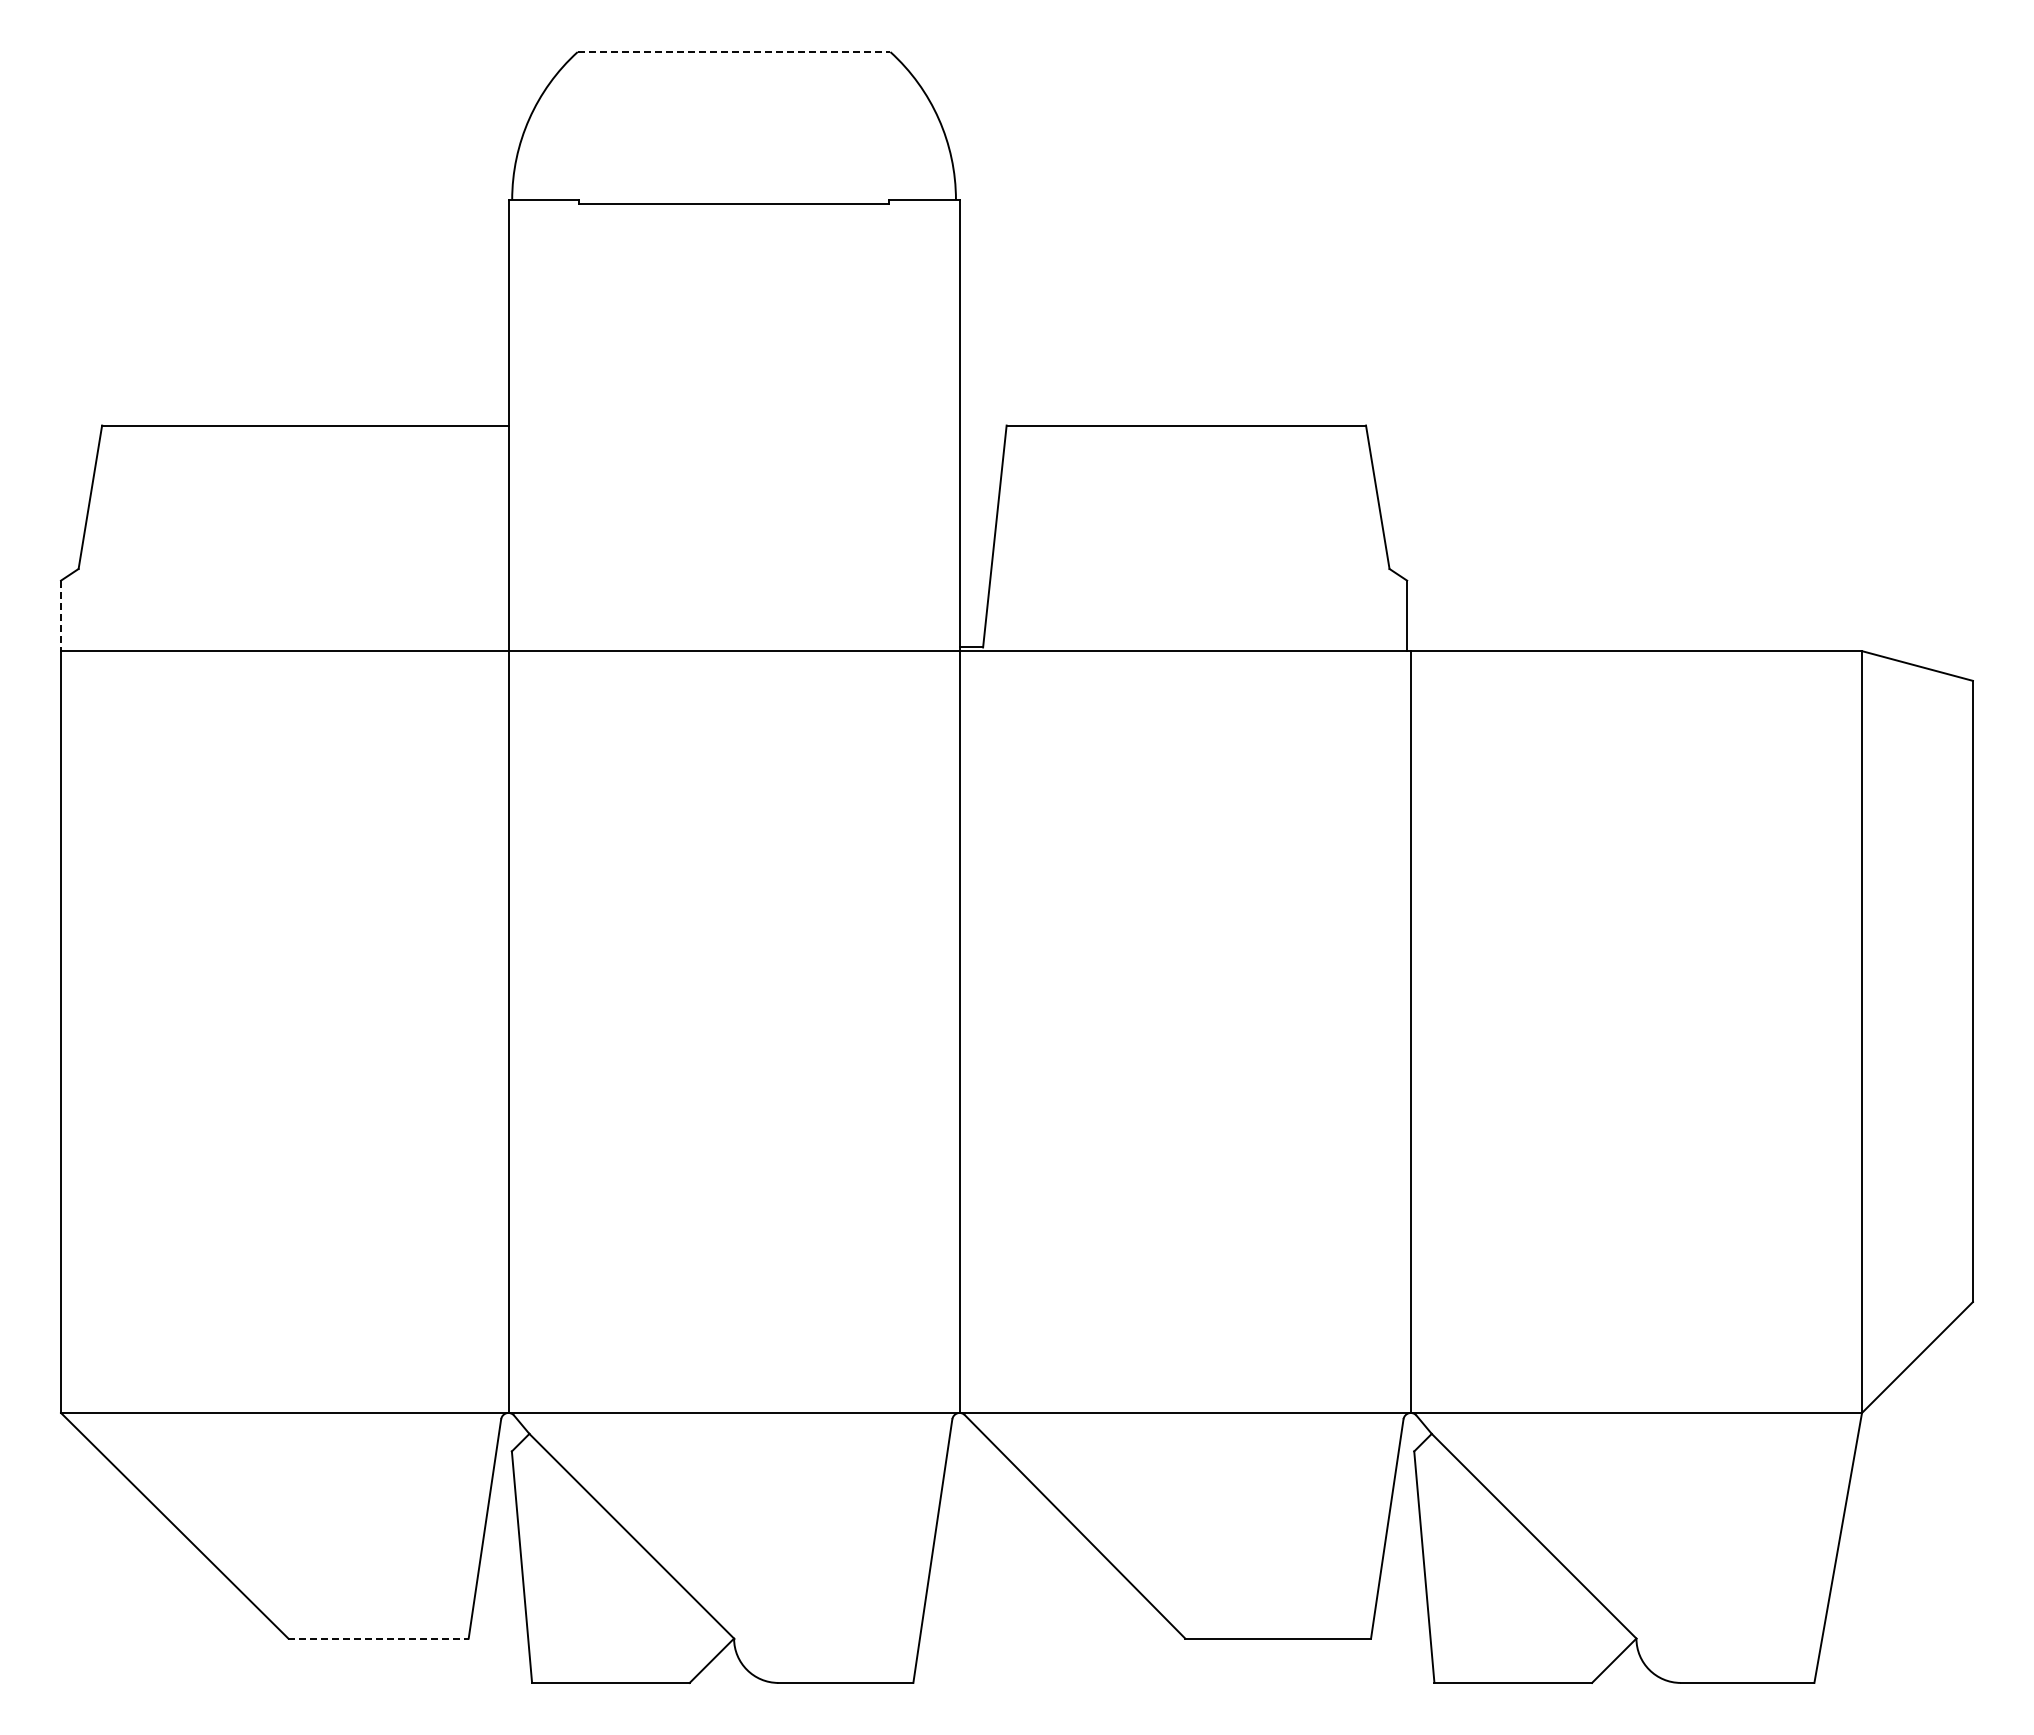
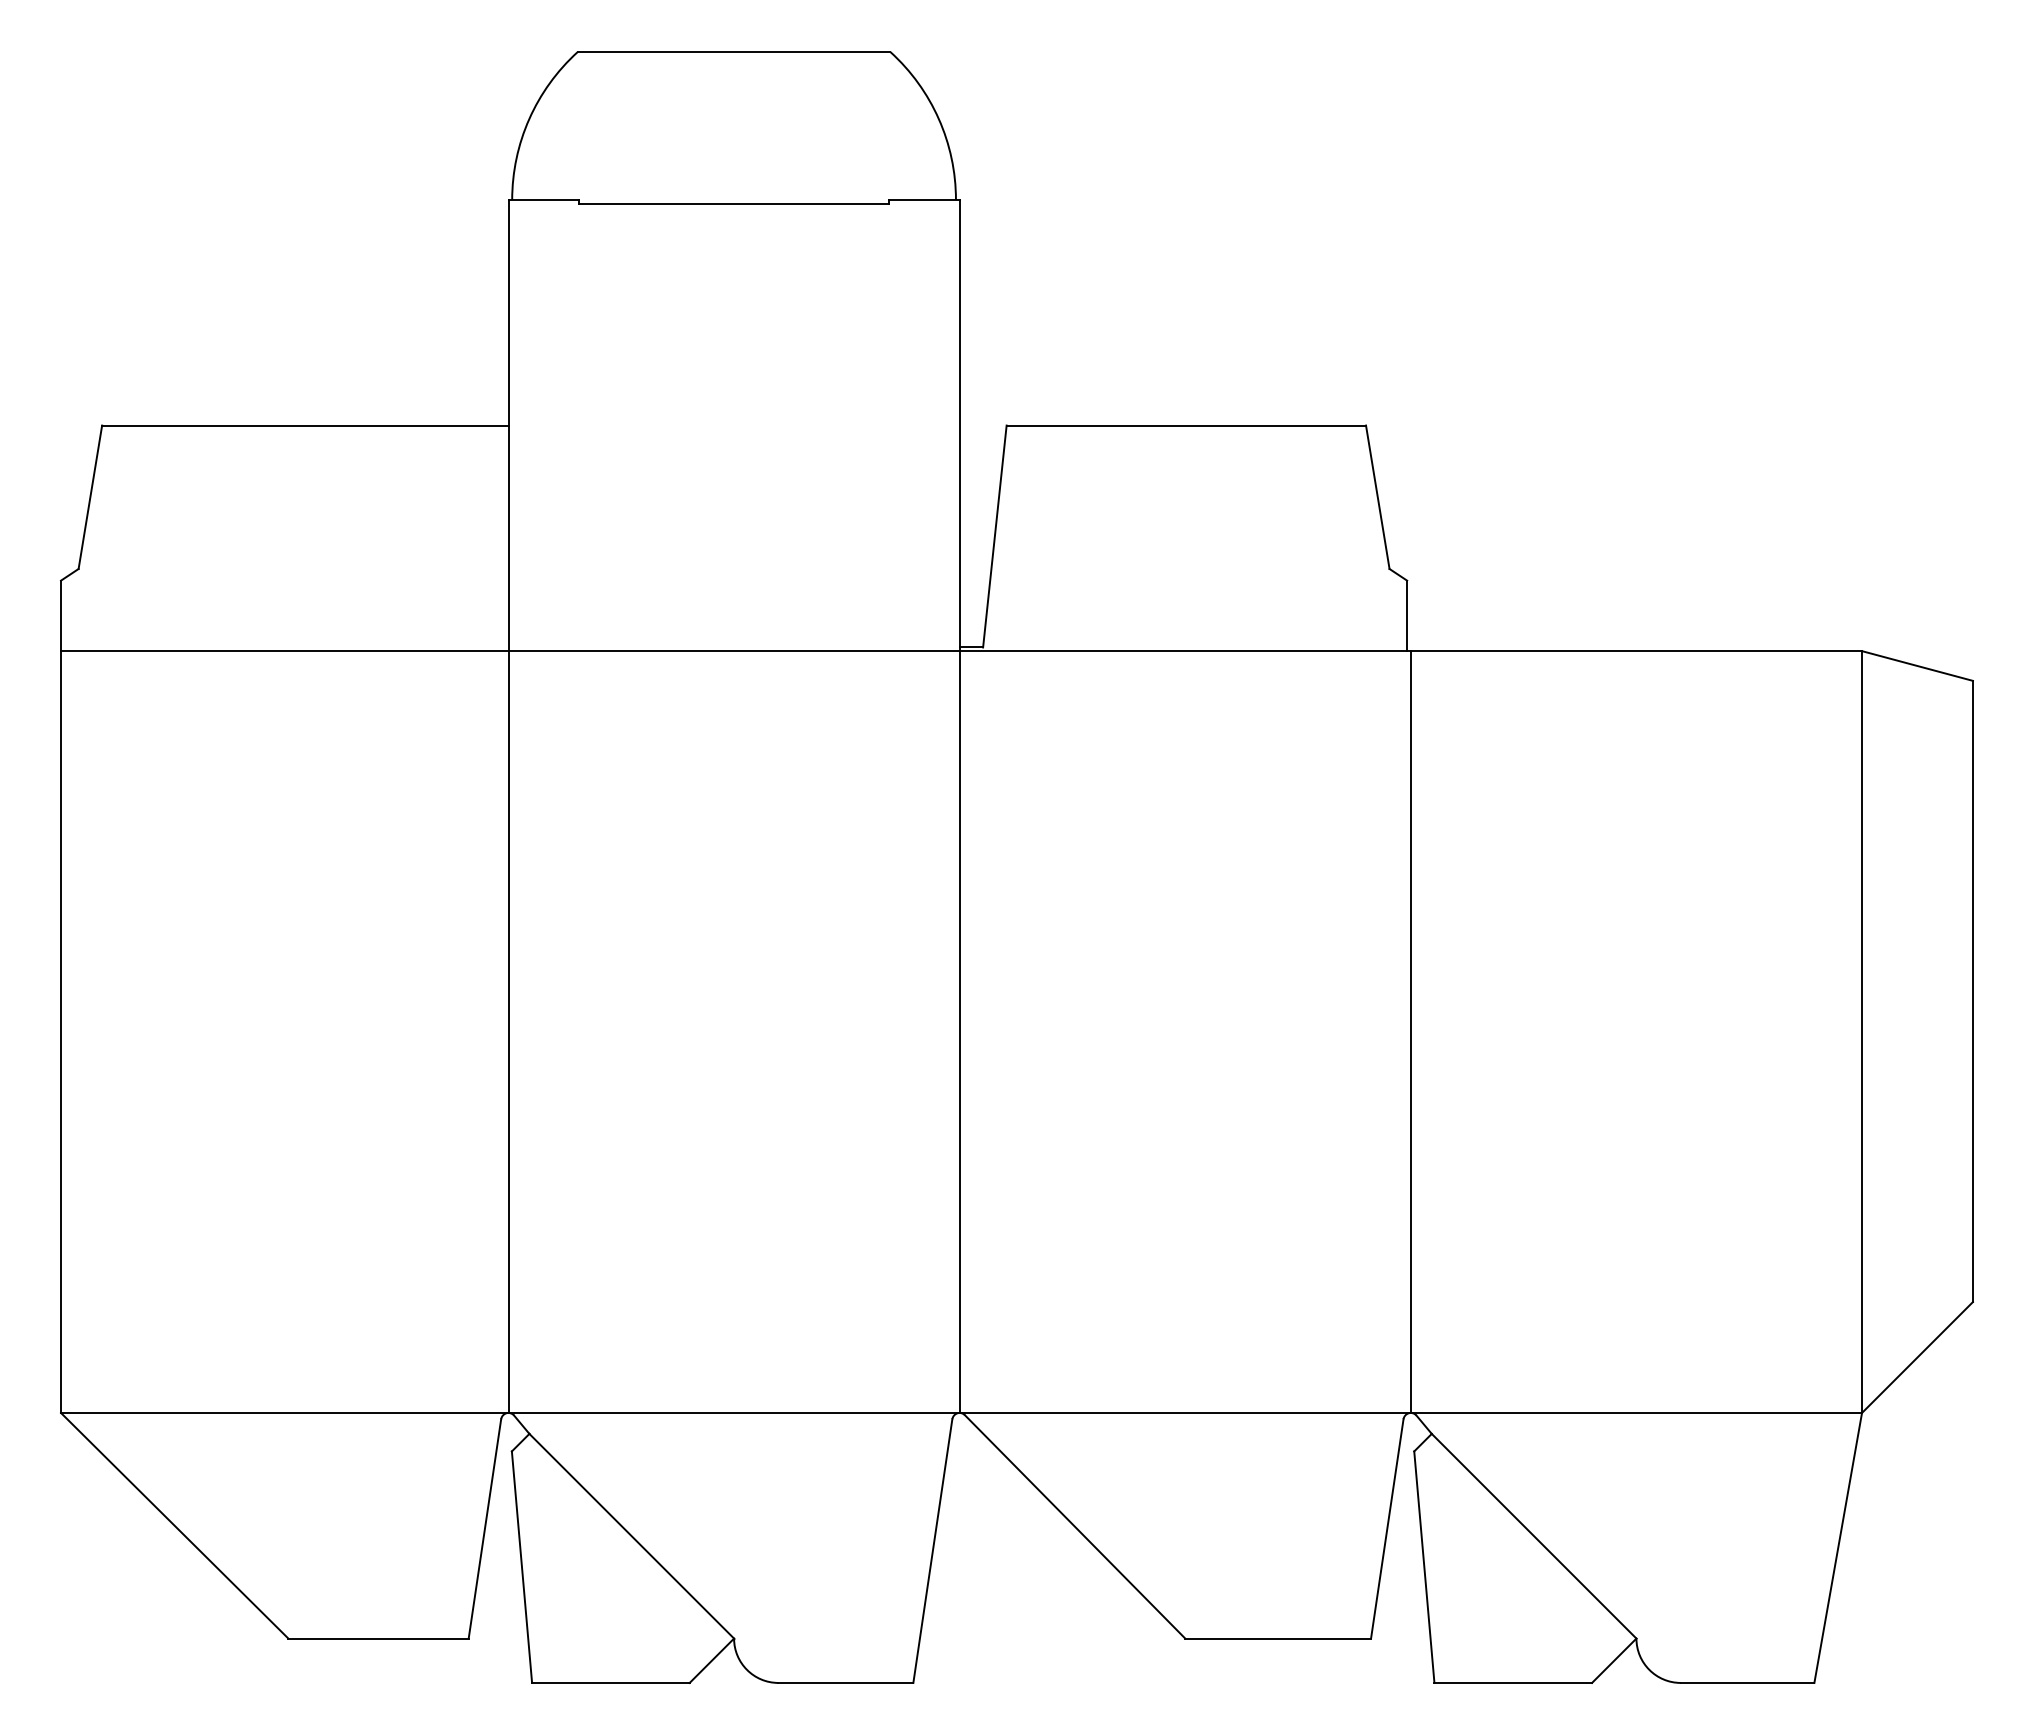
line at (734, 52): dashed -> solid
line at (61, 616): dashed -> solid
line at (379, 1638): dashed -> solid
